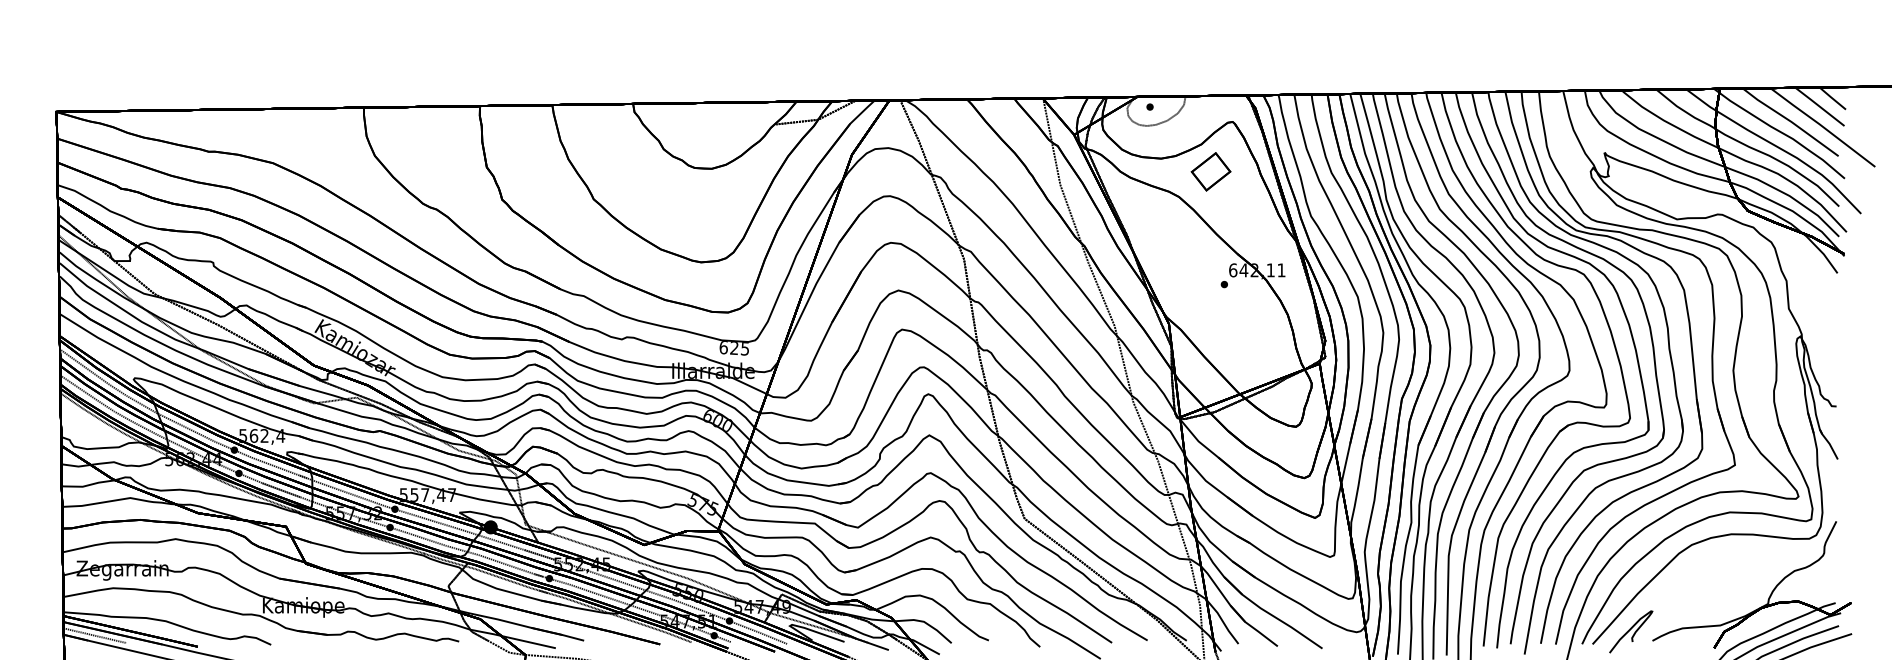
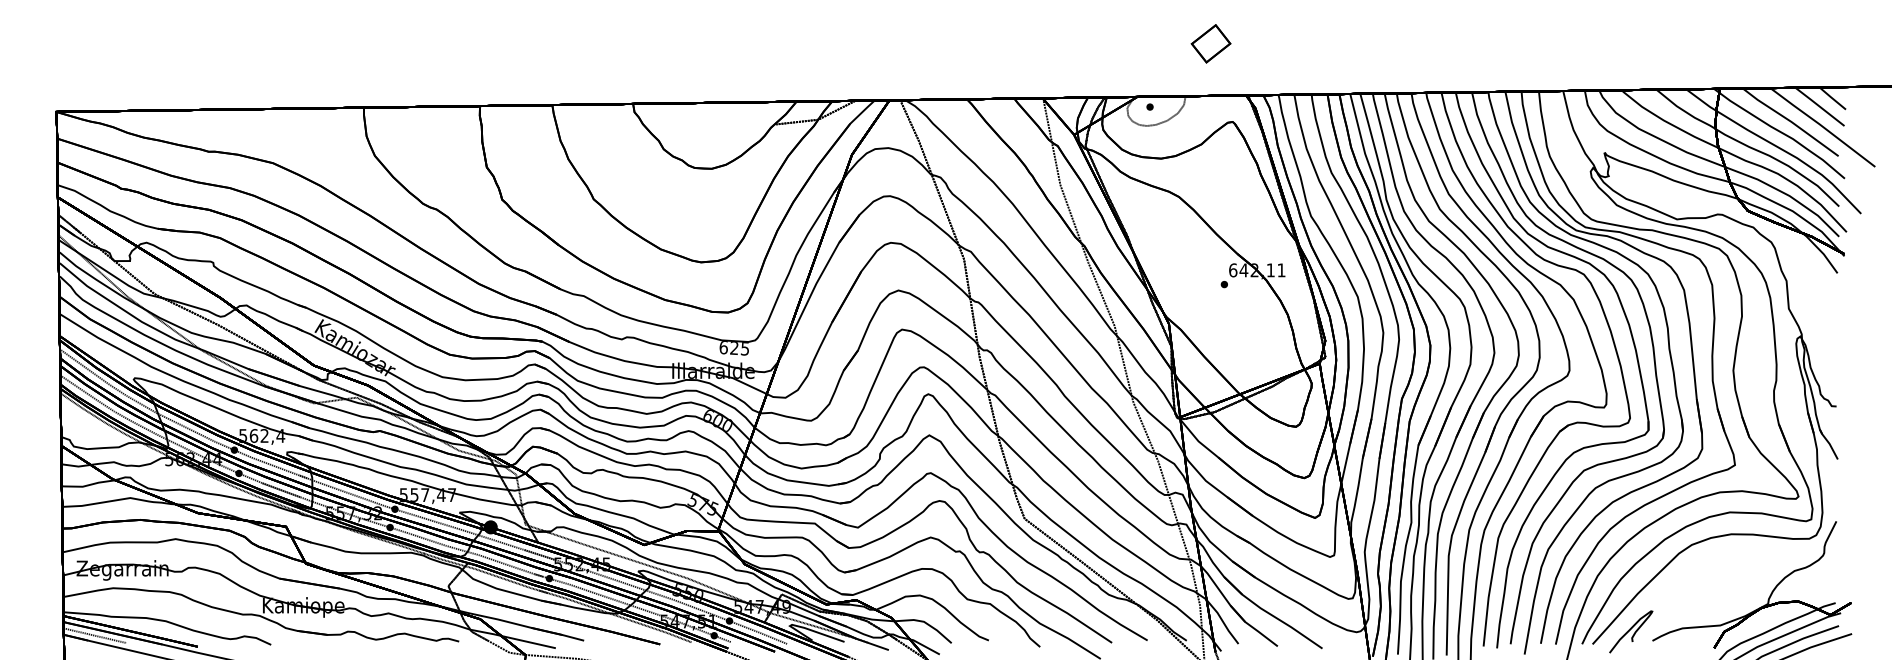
part at (1210, 171) position: (1210, 171) -> (1210, 43)
